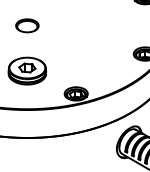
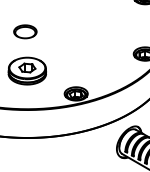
part at (27, 25) position: (27, 25) -> (25, 31)
